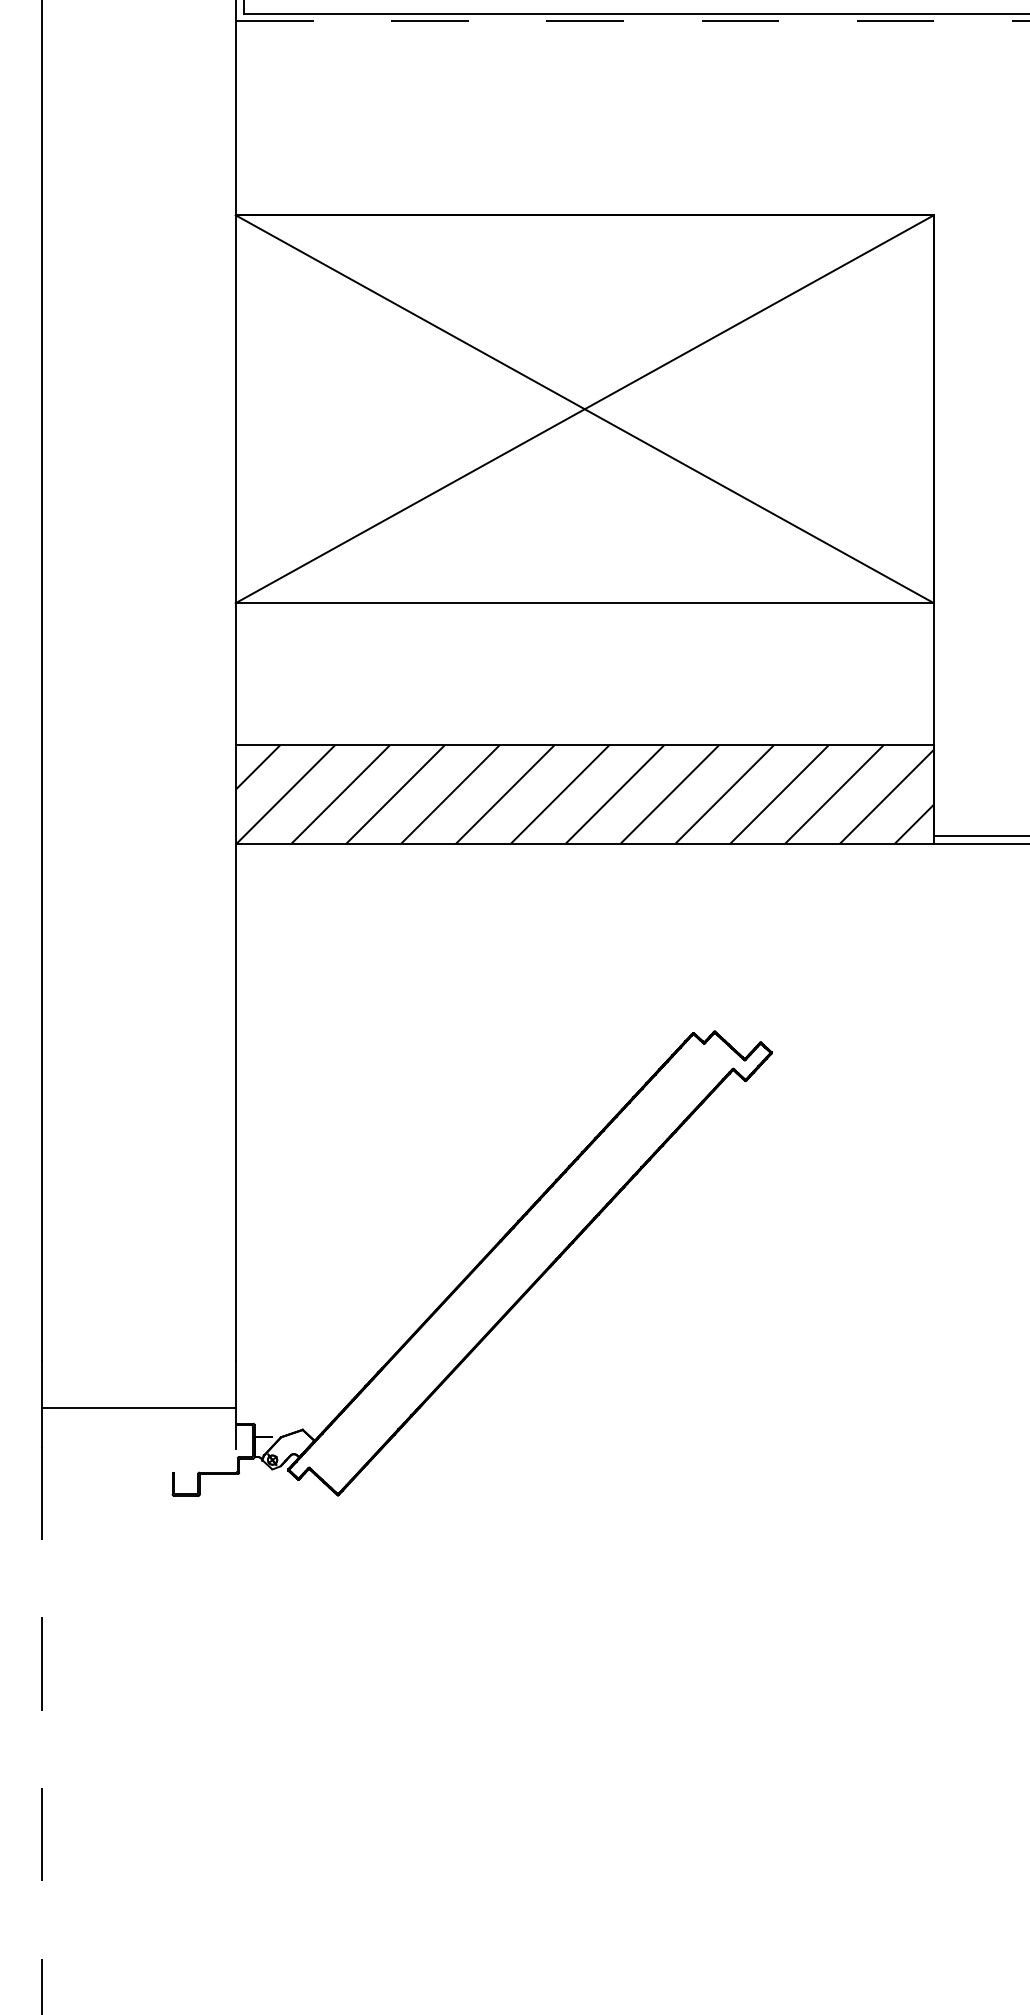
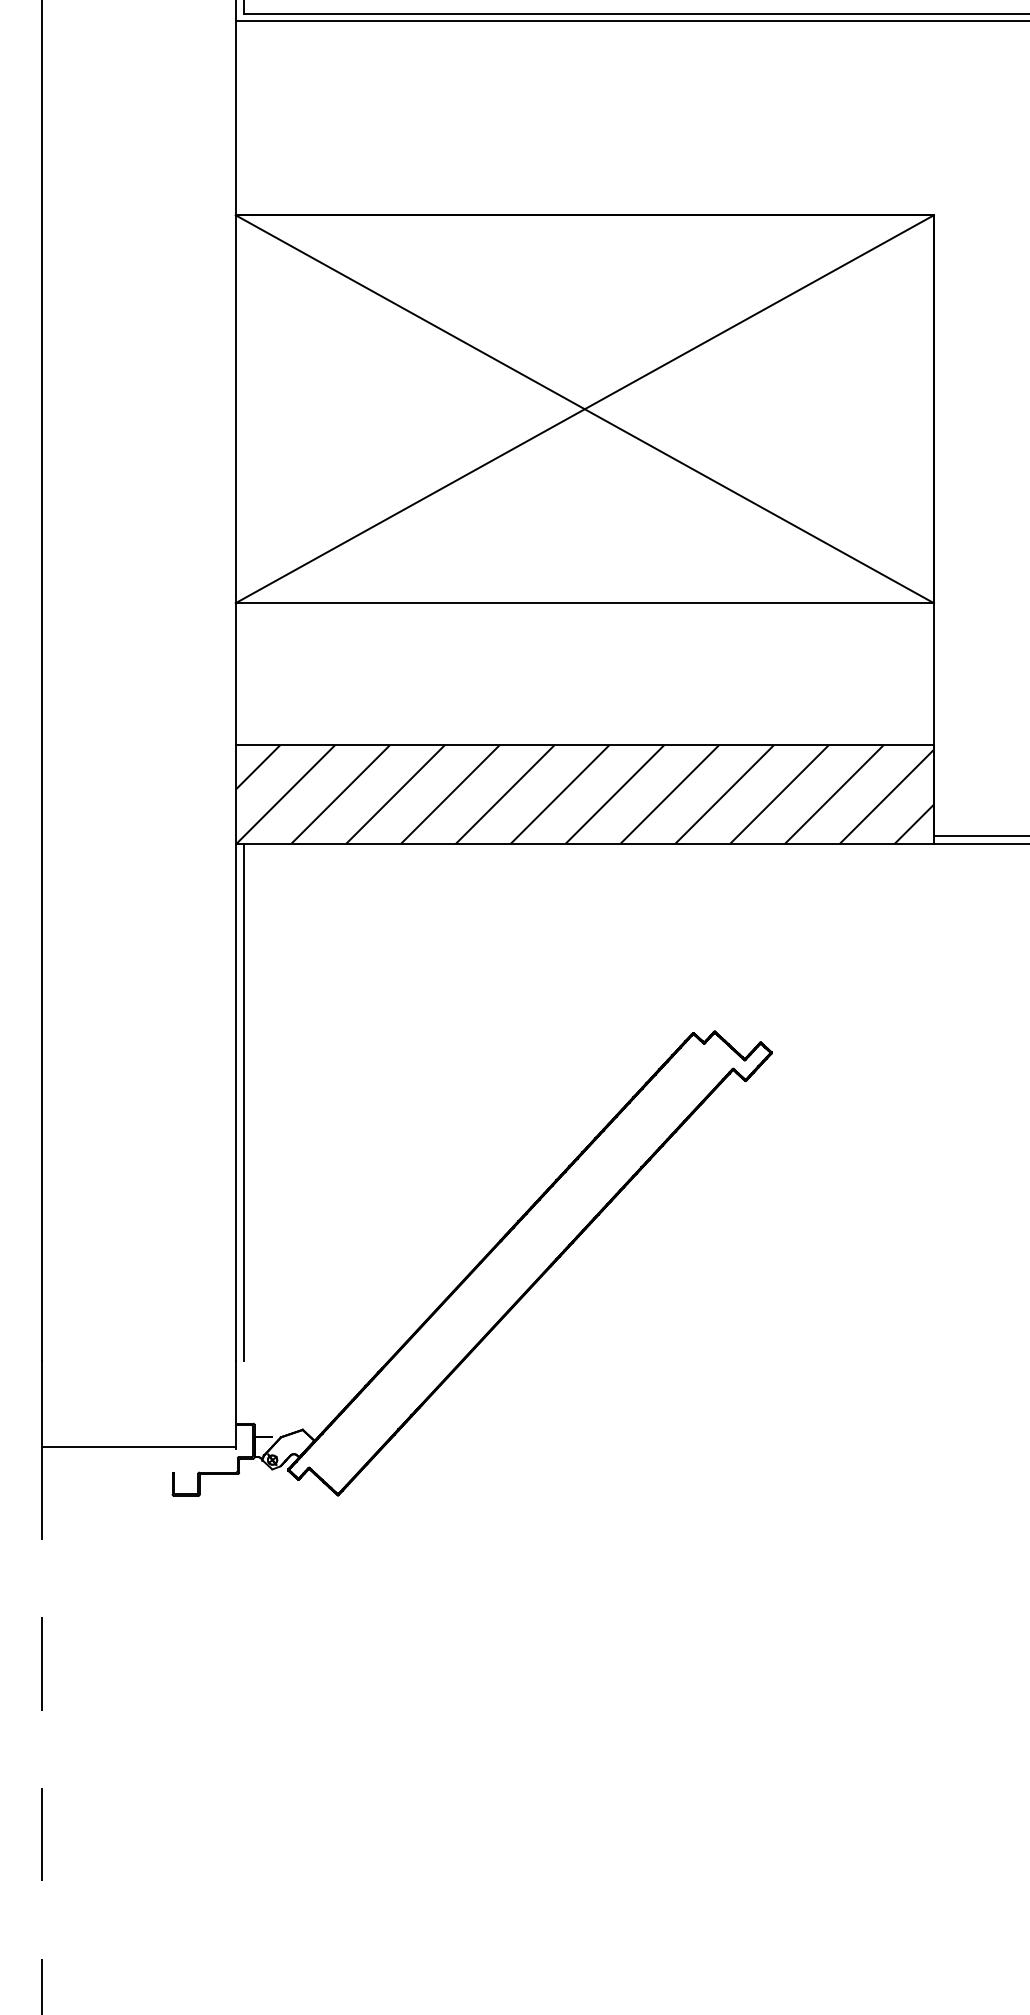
line at (632, 21): dashed -> solid
line at (243, 1102): none -> present
line at (138, 1407) position: (138, 1407) -> (138, 1446)
